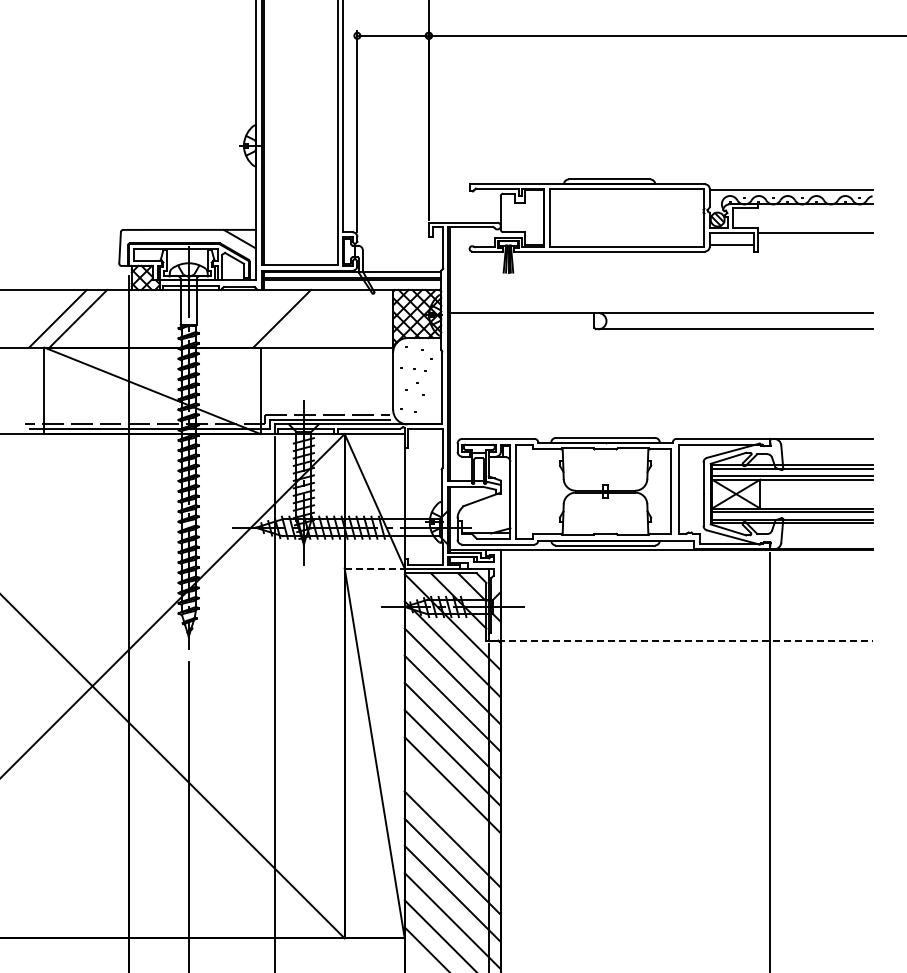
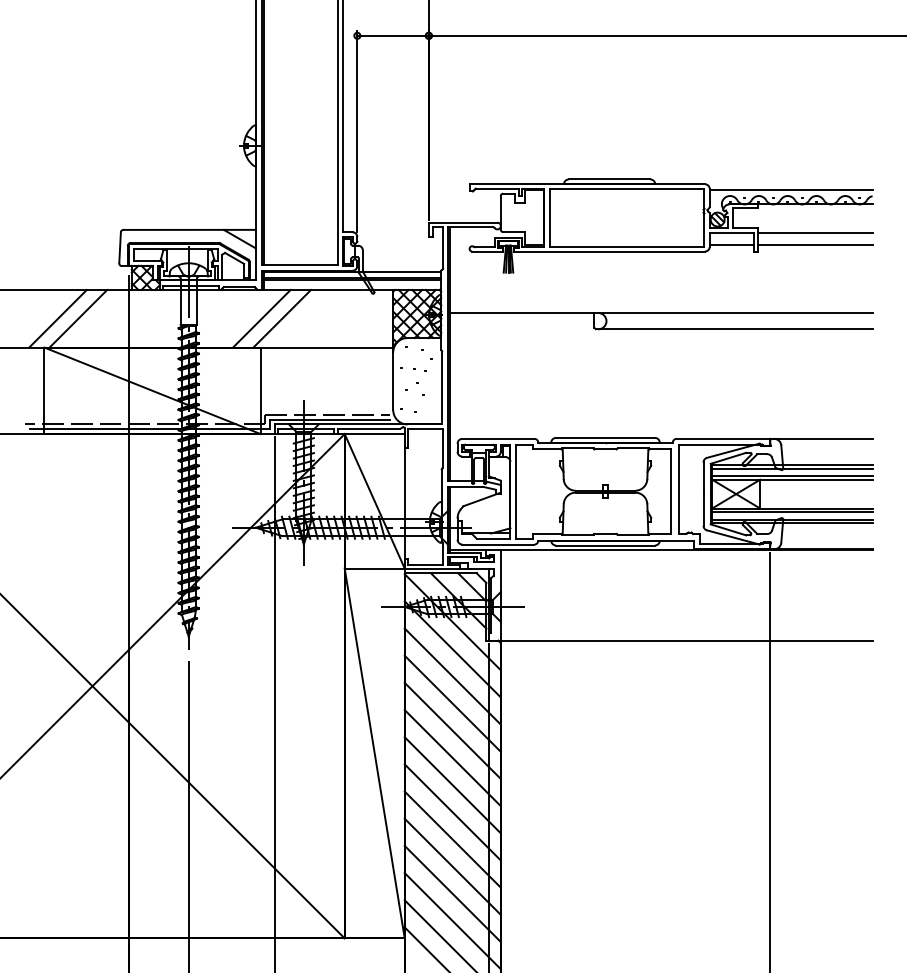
line at (814, 245): none -> present
line at (261, 318): none -> present
line at (375, 568): dashed -> solid
line at (686, 640): dashed -> solid
line at (452, 812): none -> present
